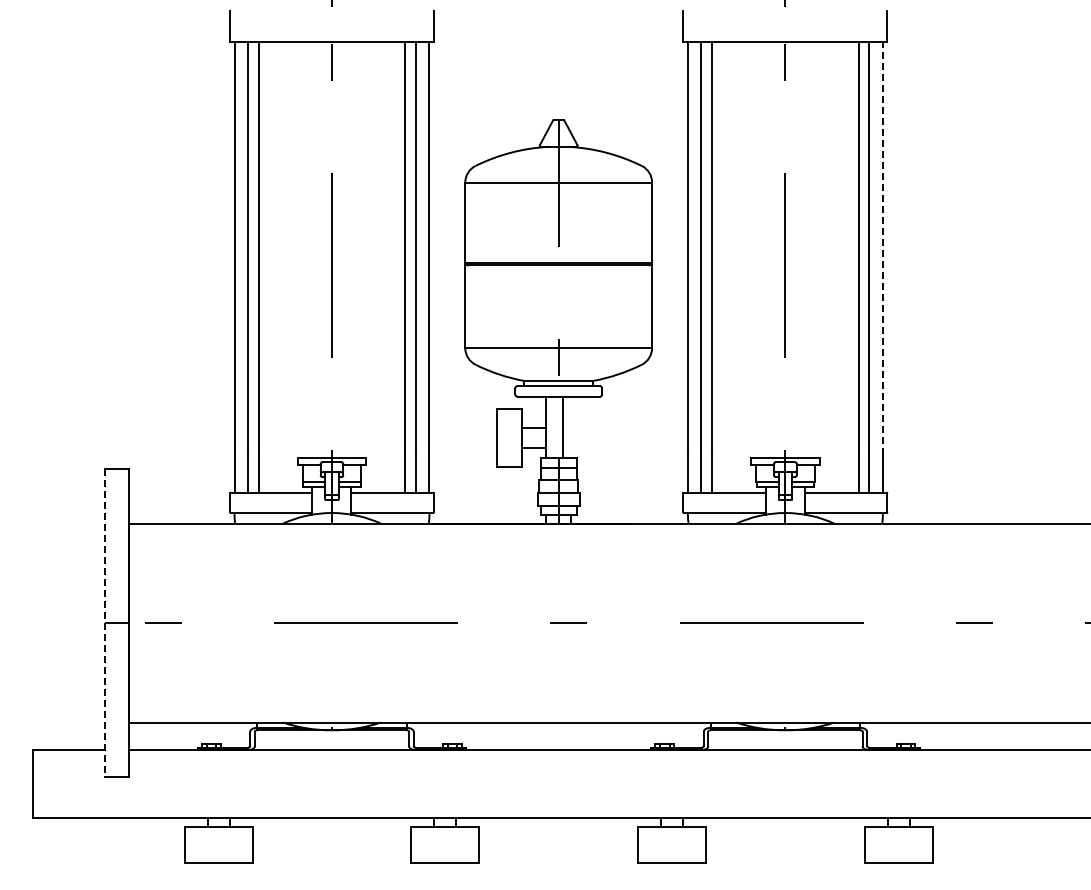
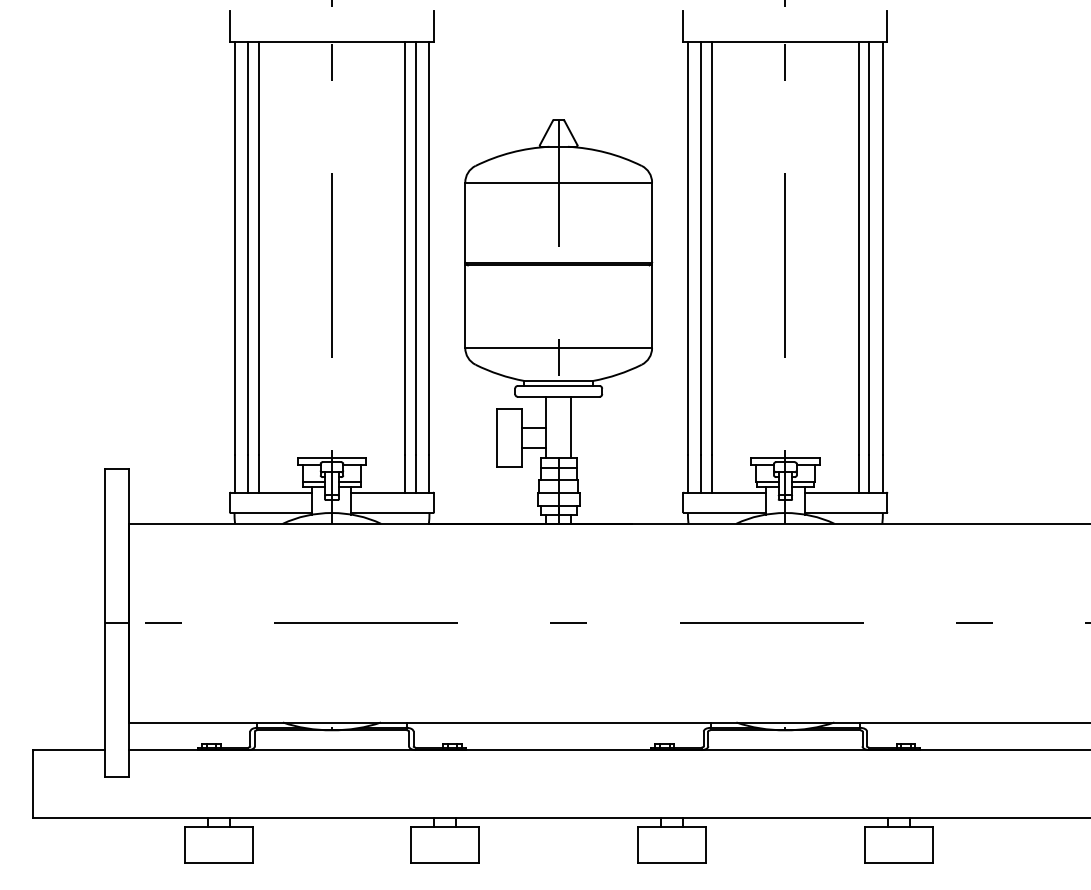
line at (882, 248): dashed -> solid
line at (562, 427) position: (562, 427) -> (570, 427)
line at (105, 623): dashed -> solid
